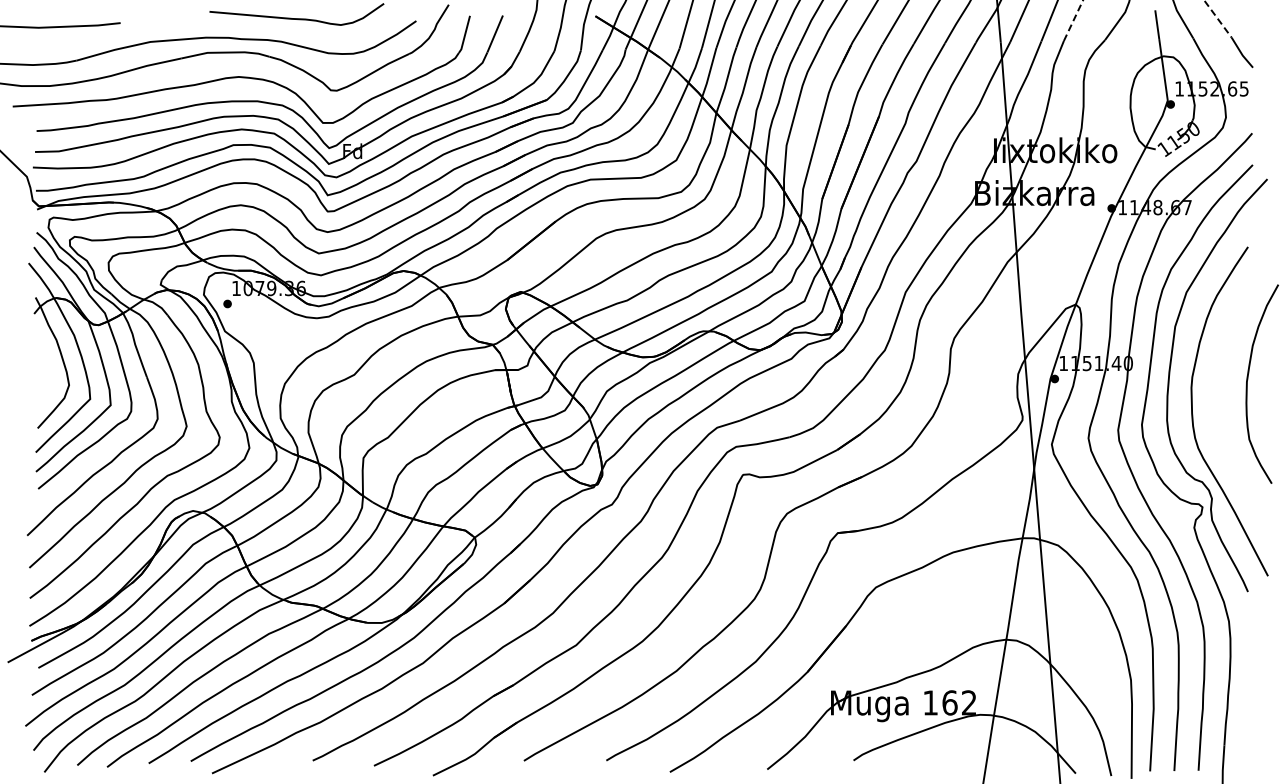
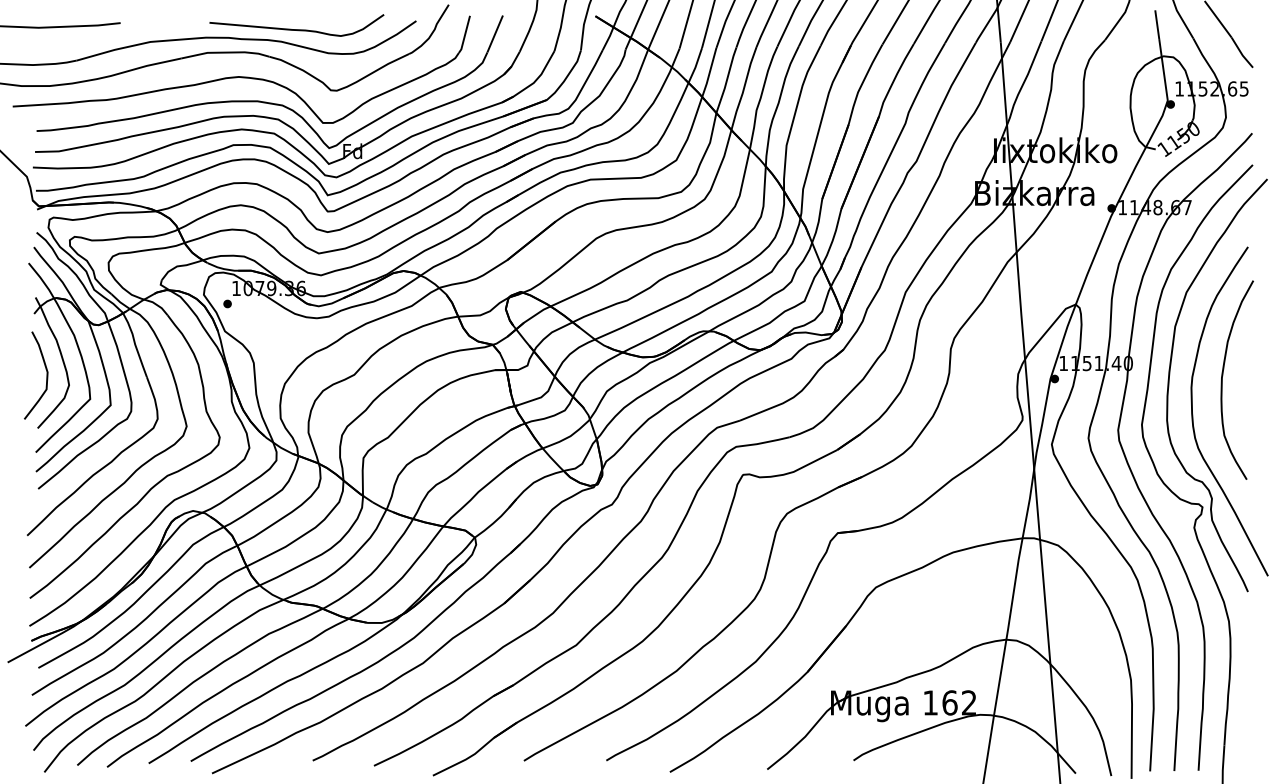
curve at (296, 18) position: (296, 18) -> (296, 29)
line at (1218, 19): dashed -> solid
line at (1073, 20): dashed -> solid
curve at (46, 375): none -> present
curve at (1248, 379) position: (1248, 379) -> (1223, 375)
